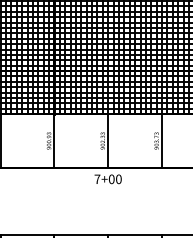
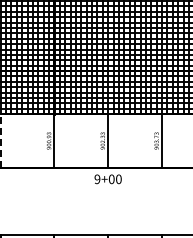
line at (0, 141): solid -> dashed
text at (97, 179): 7+00 -> 9+00
